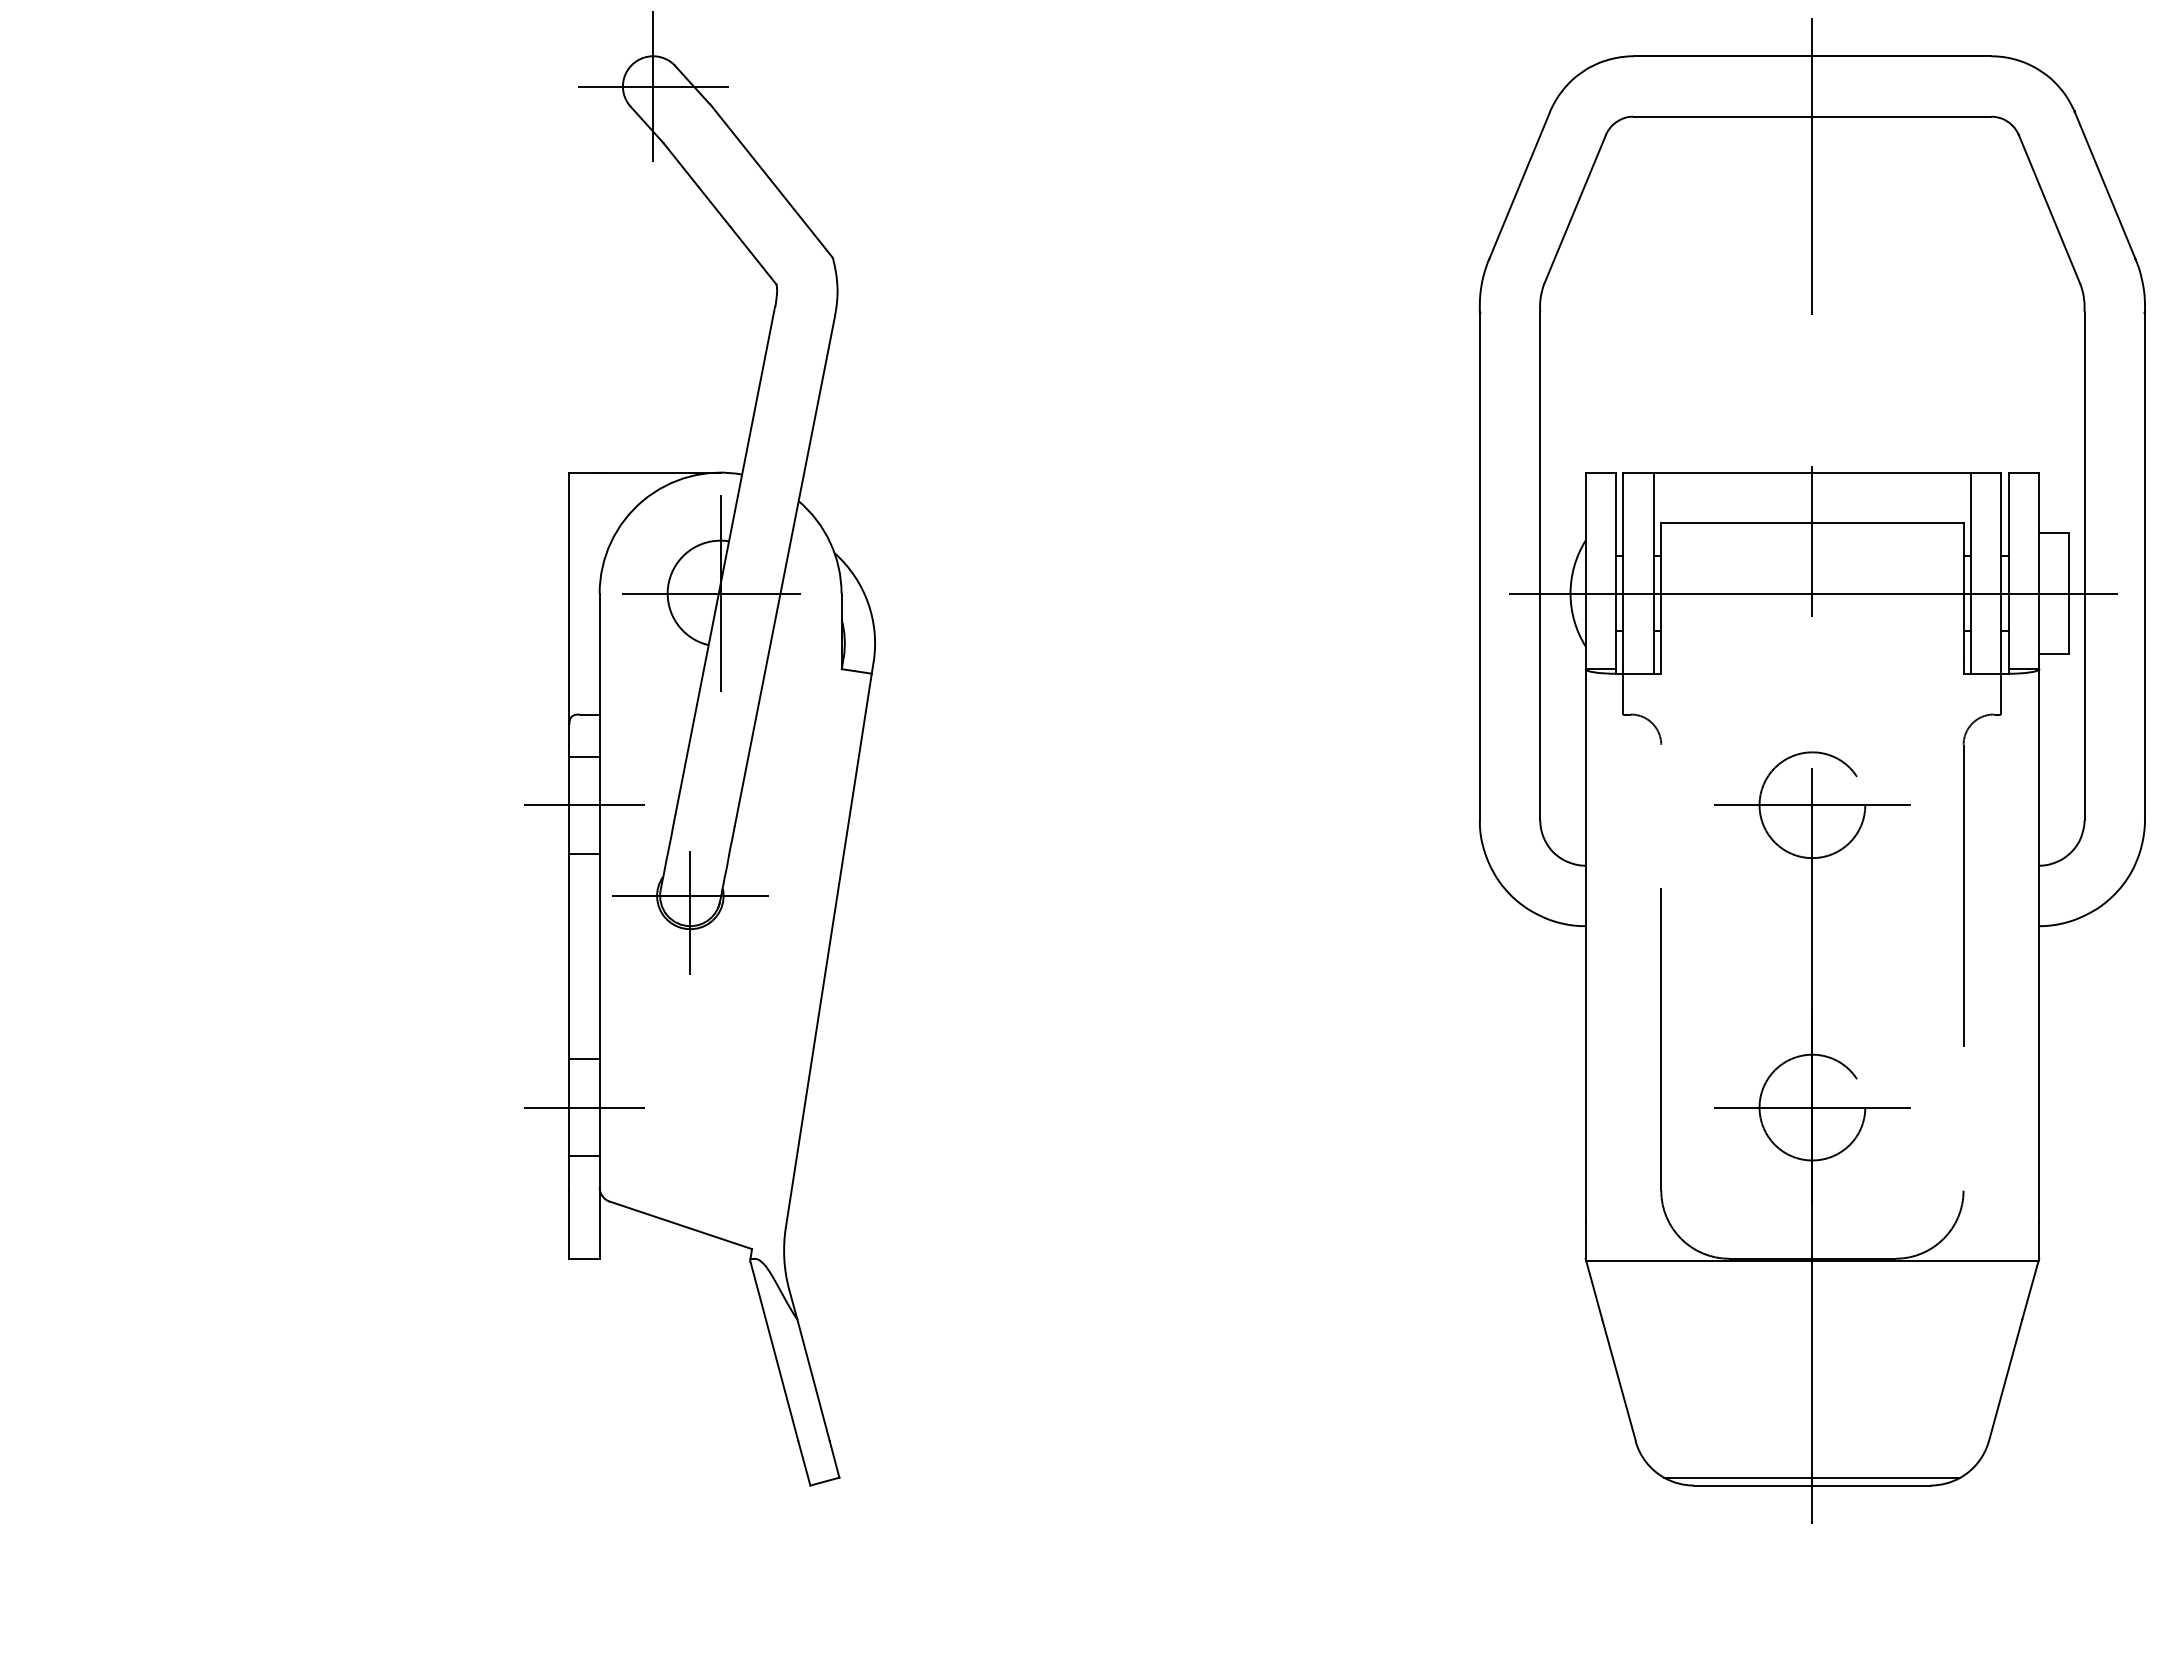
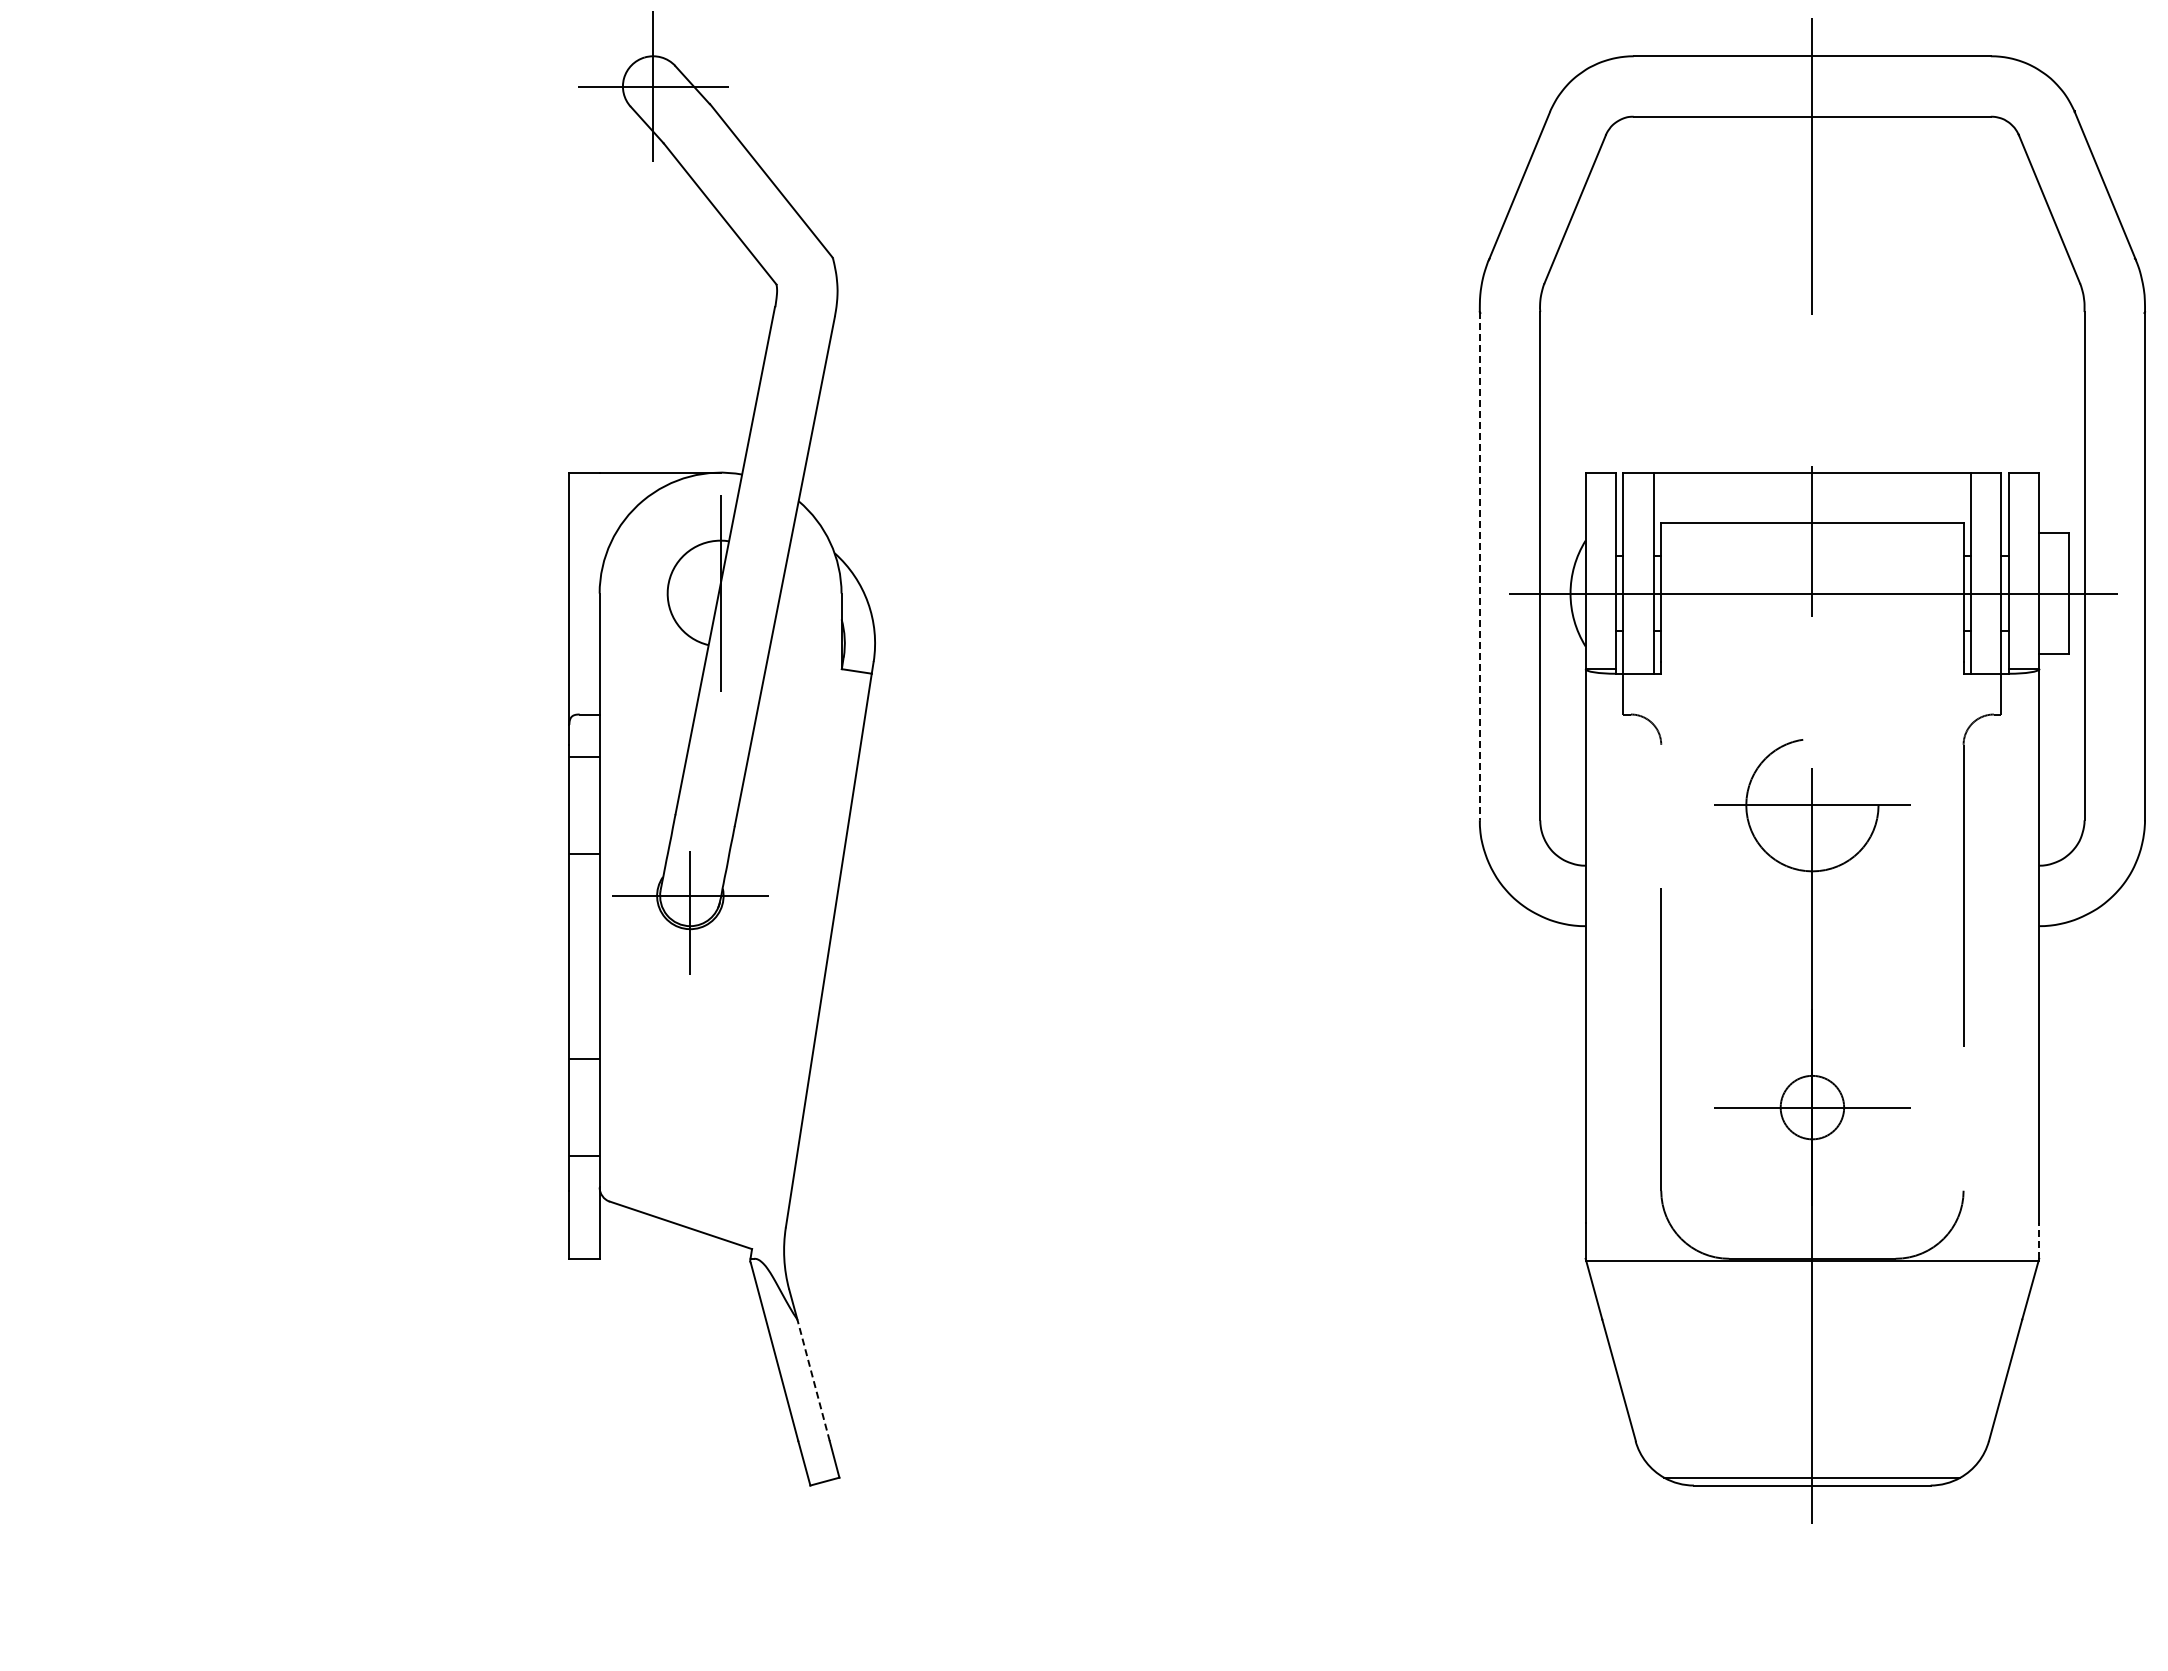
line at (1479, 566): solid -> dashed
line at (711, 593): present -> none
line at (584, 805): present -> none
circle at (1812, 805) diameter: 106 px -> 132 px
line at (584, 1107): present -> none
circle at (1812, 1107) diameter: 106 px -> 63 px
line at (2039, 1240): solid -> dashed
line at (813, 1380): solid -> dashed
